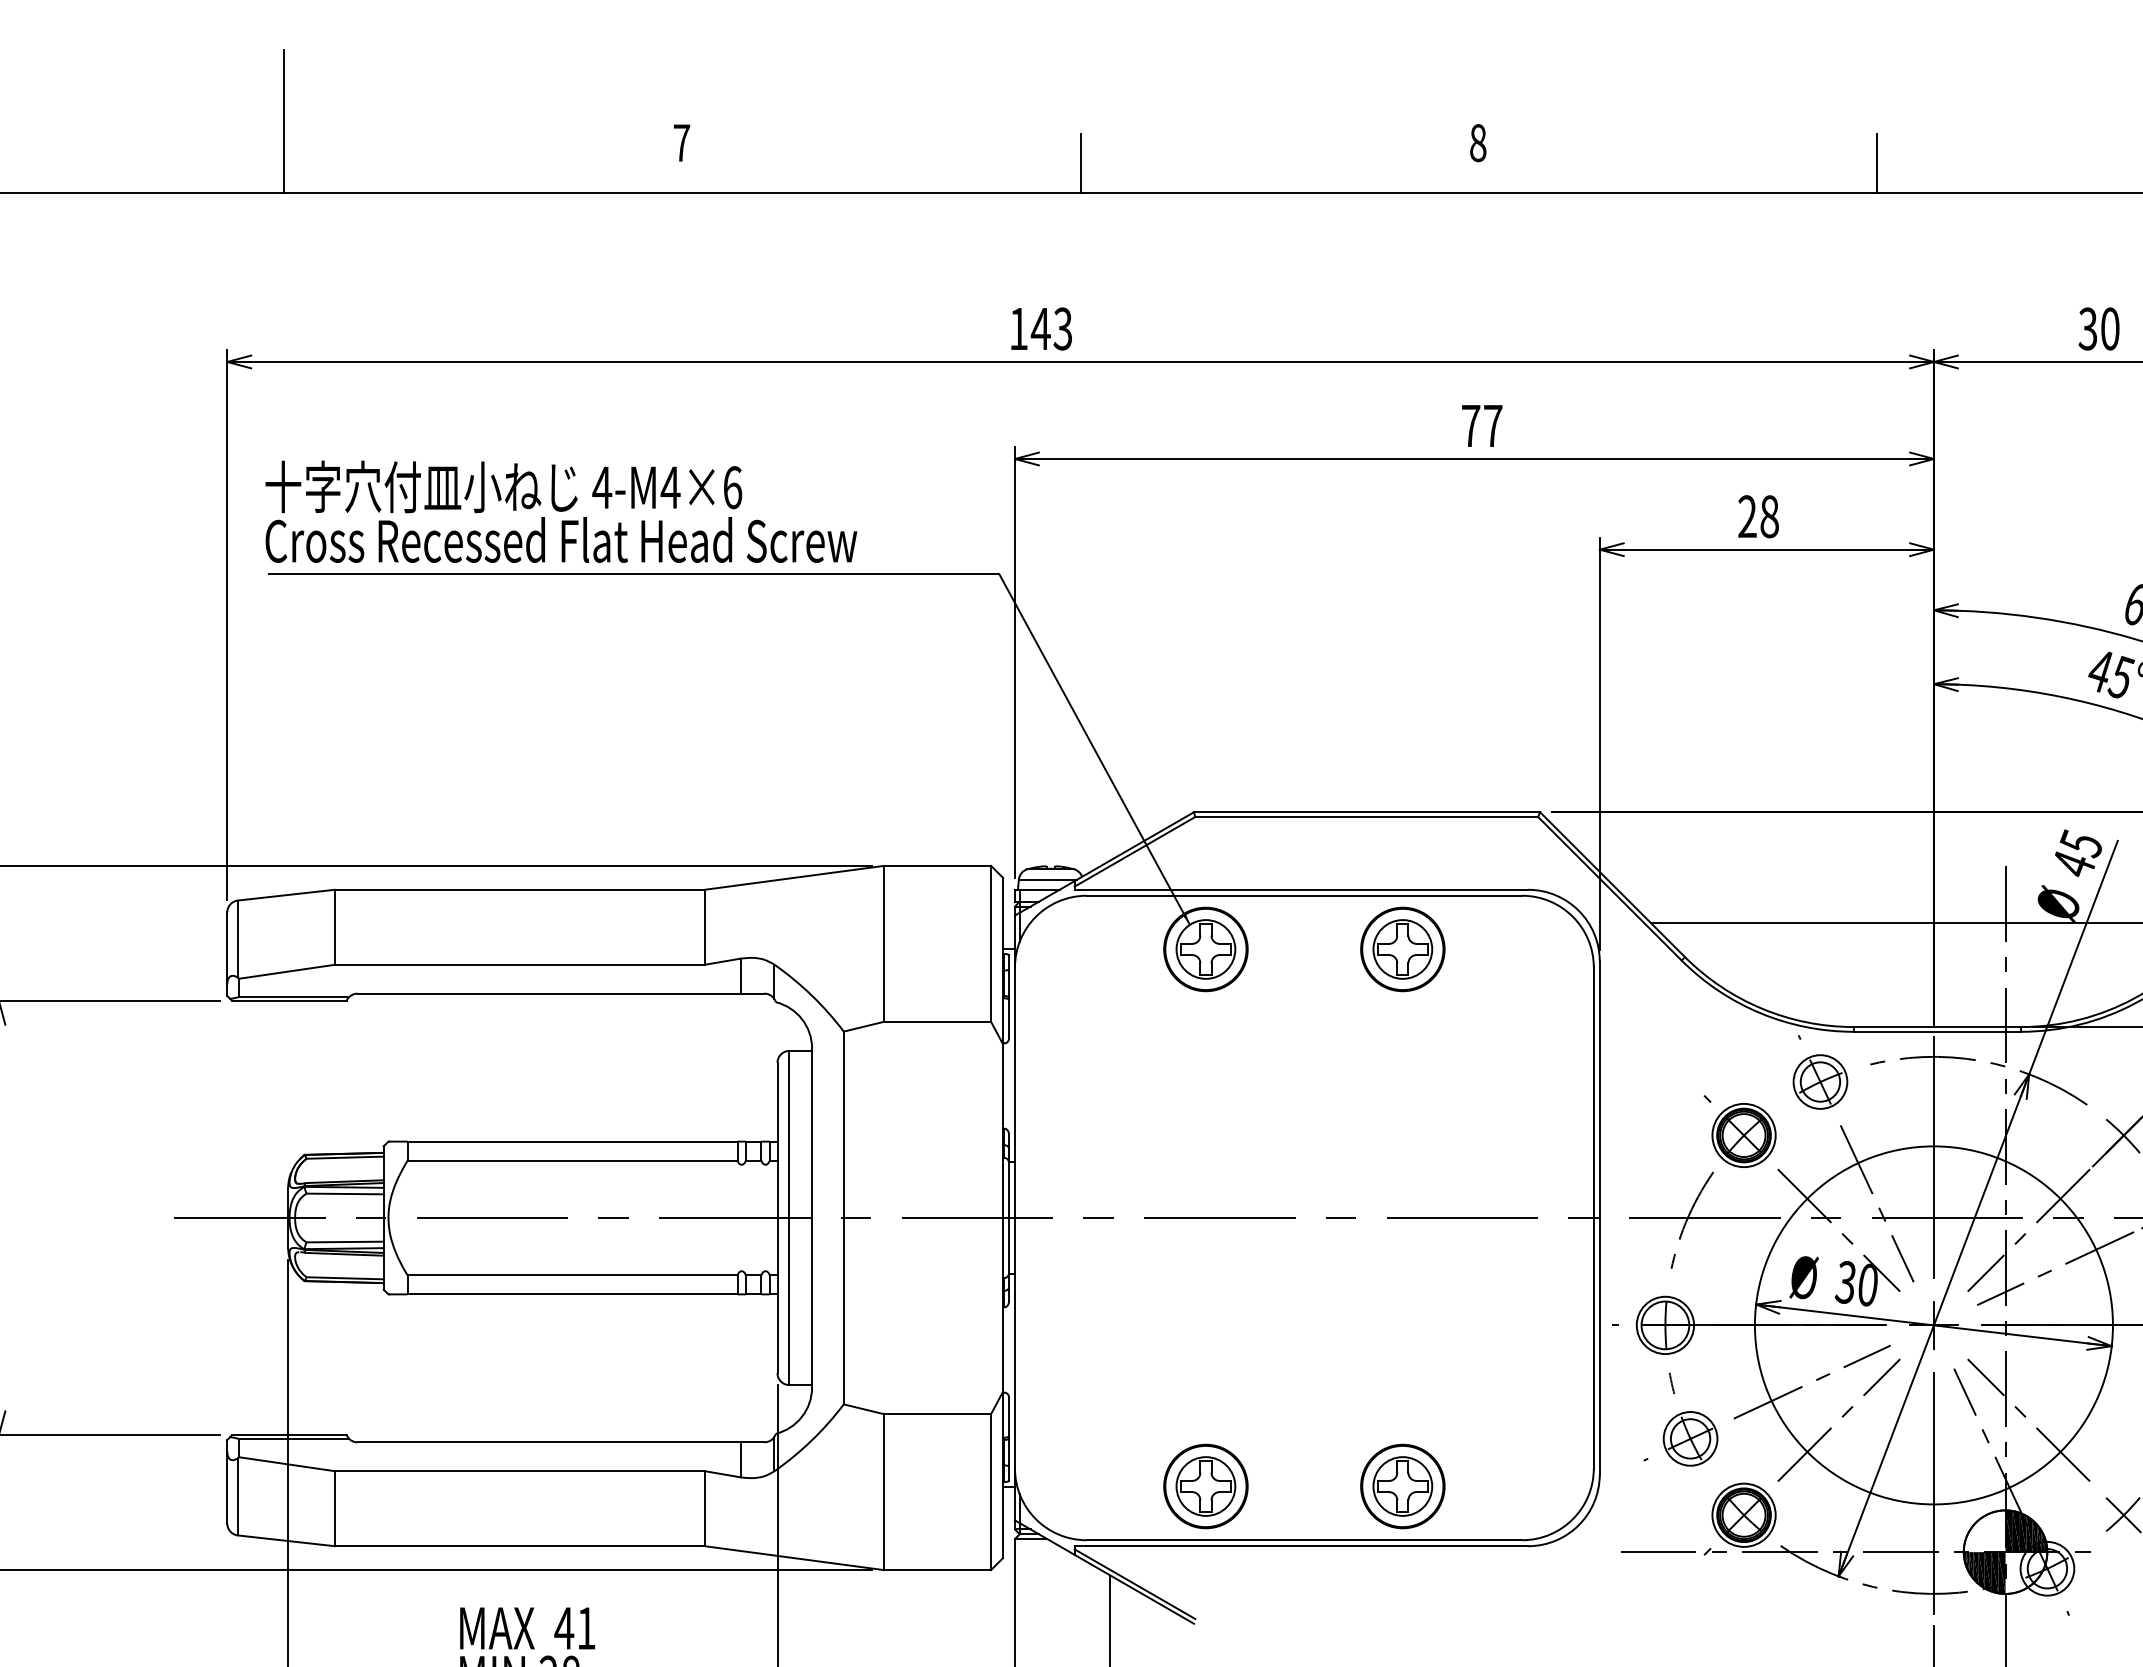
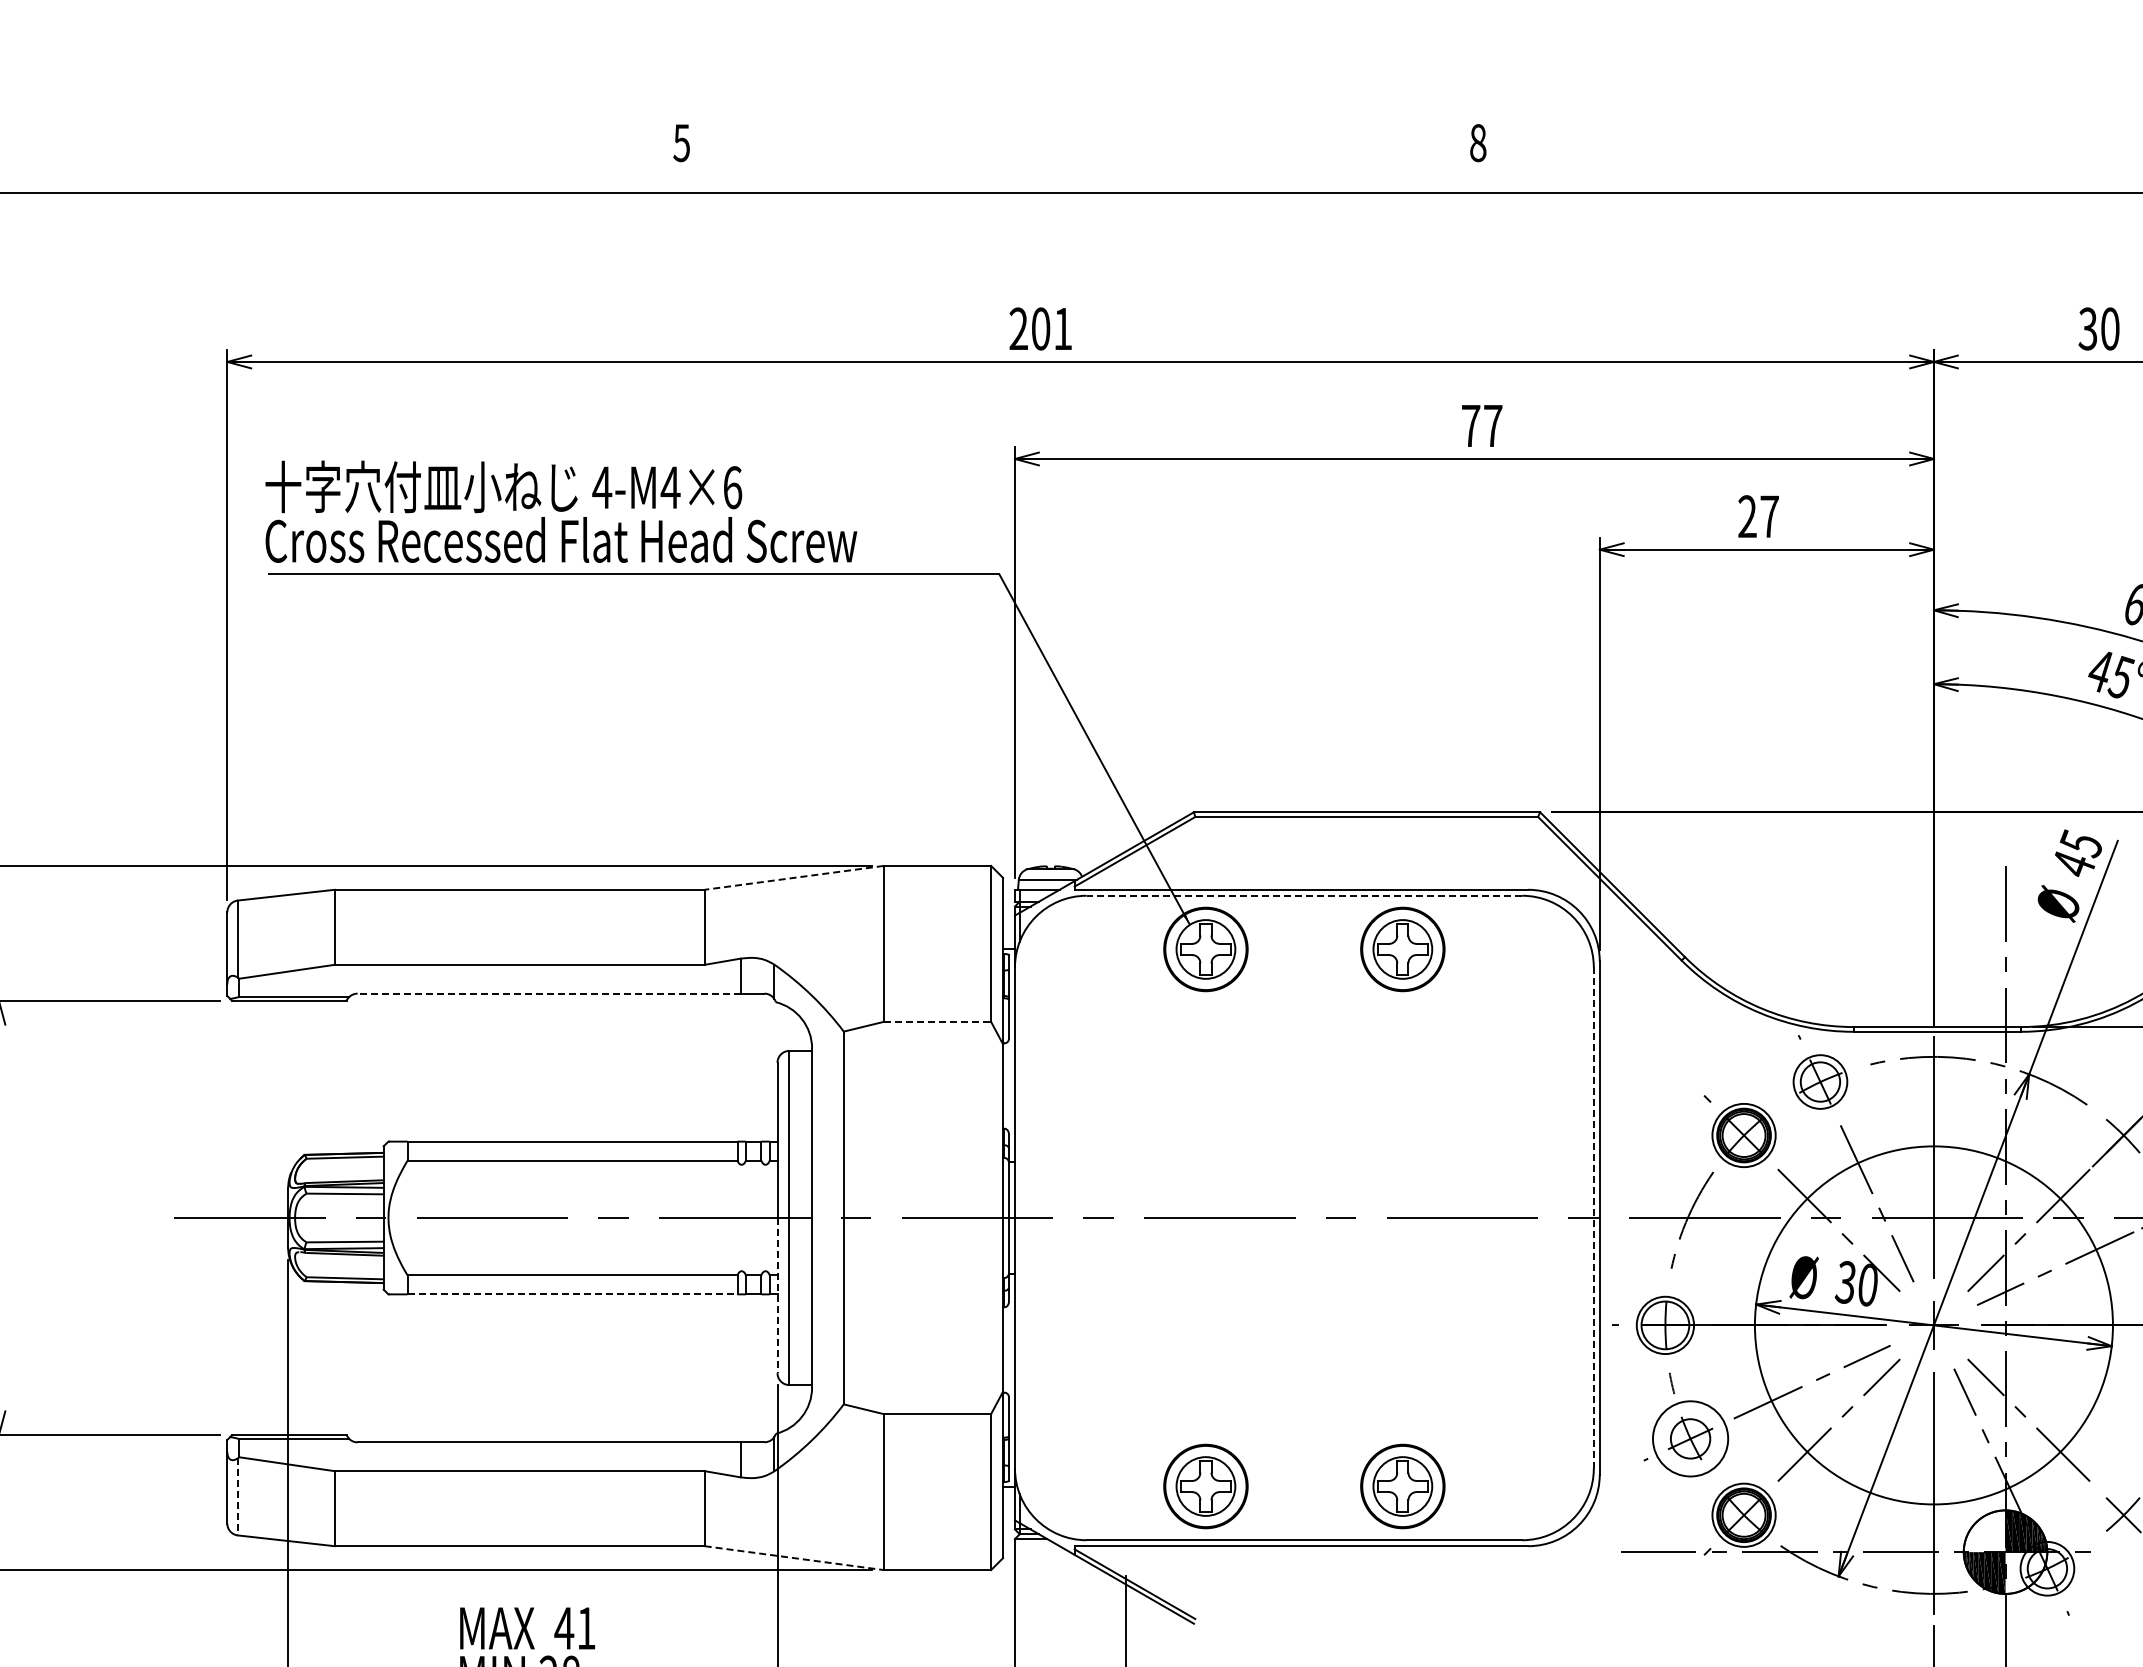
line at (283, 121): present -> none
text at (681, 143): 7 -> 5
line at (1080, 163): present -> none
line at (1877, 163): present -> none
text at (1040, 328): 143 -> 201
text at (1769, 516): 28 -> 27
line at (793, 877): solid -> dashed
line at (1304, 895): solid -> dashed
line at (1894, 922): present -> none
line at (548, 993): solid -> dashed
line at (937, 1021): solid -> dashed
line at (1593, 1218): solid -> dashed
line at (573, 1294): solid -> dashed
line at (777, 1295): solid -> dashed
circle at (1690, 1438) diameter: 54 px -> 75 px
line at (237, 1496): solid -> dashed
line at (794, 1558): solid -> dashed
line at (1110, 1619) position: (1110, 1619) -> (1126, 1619)
